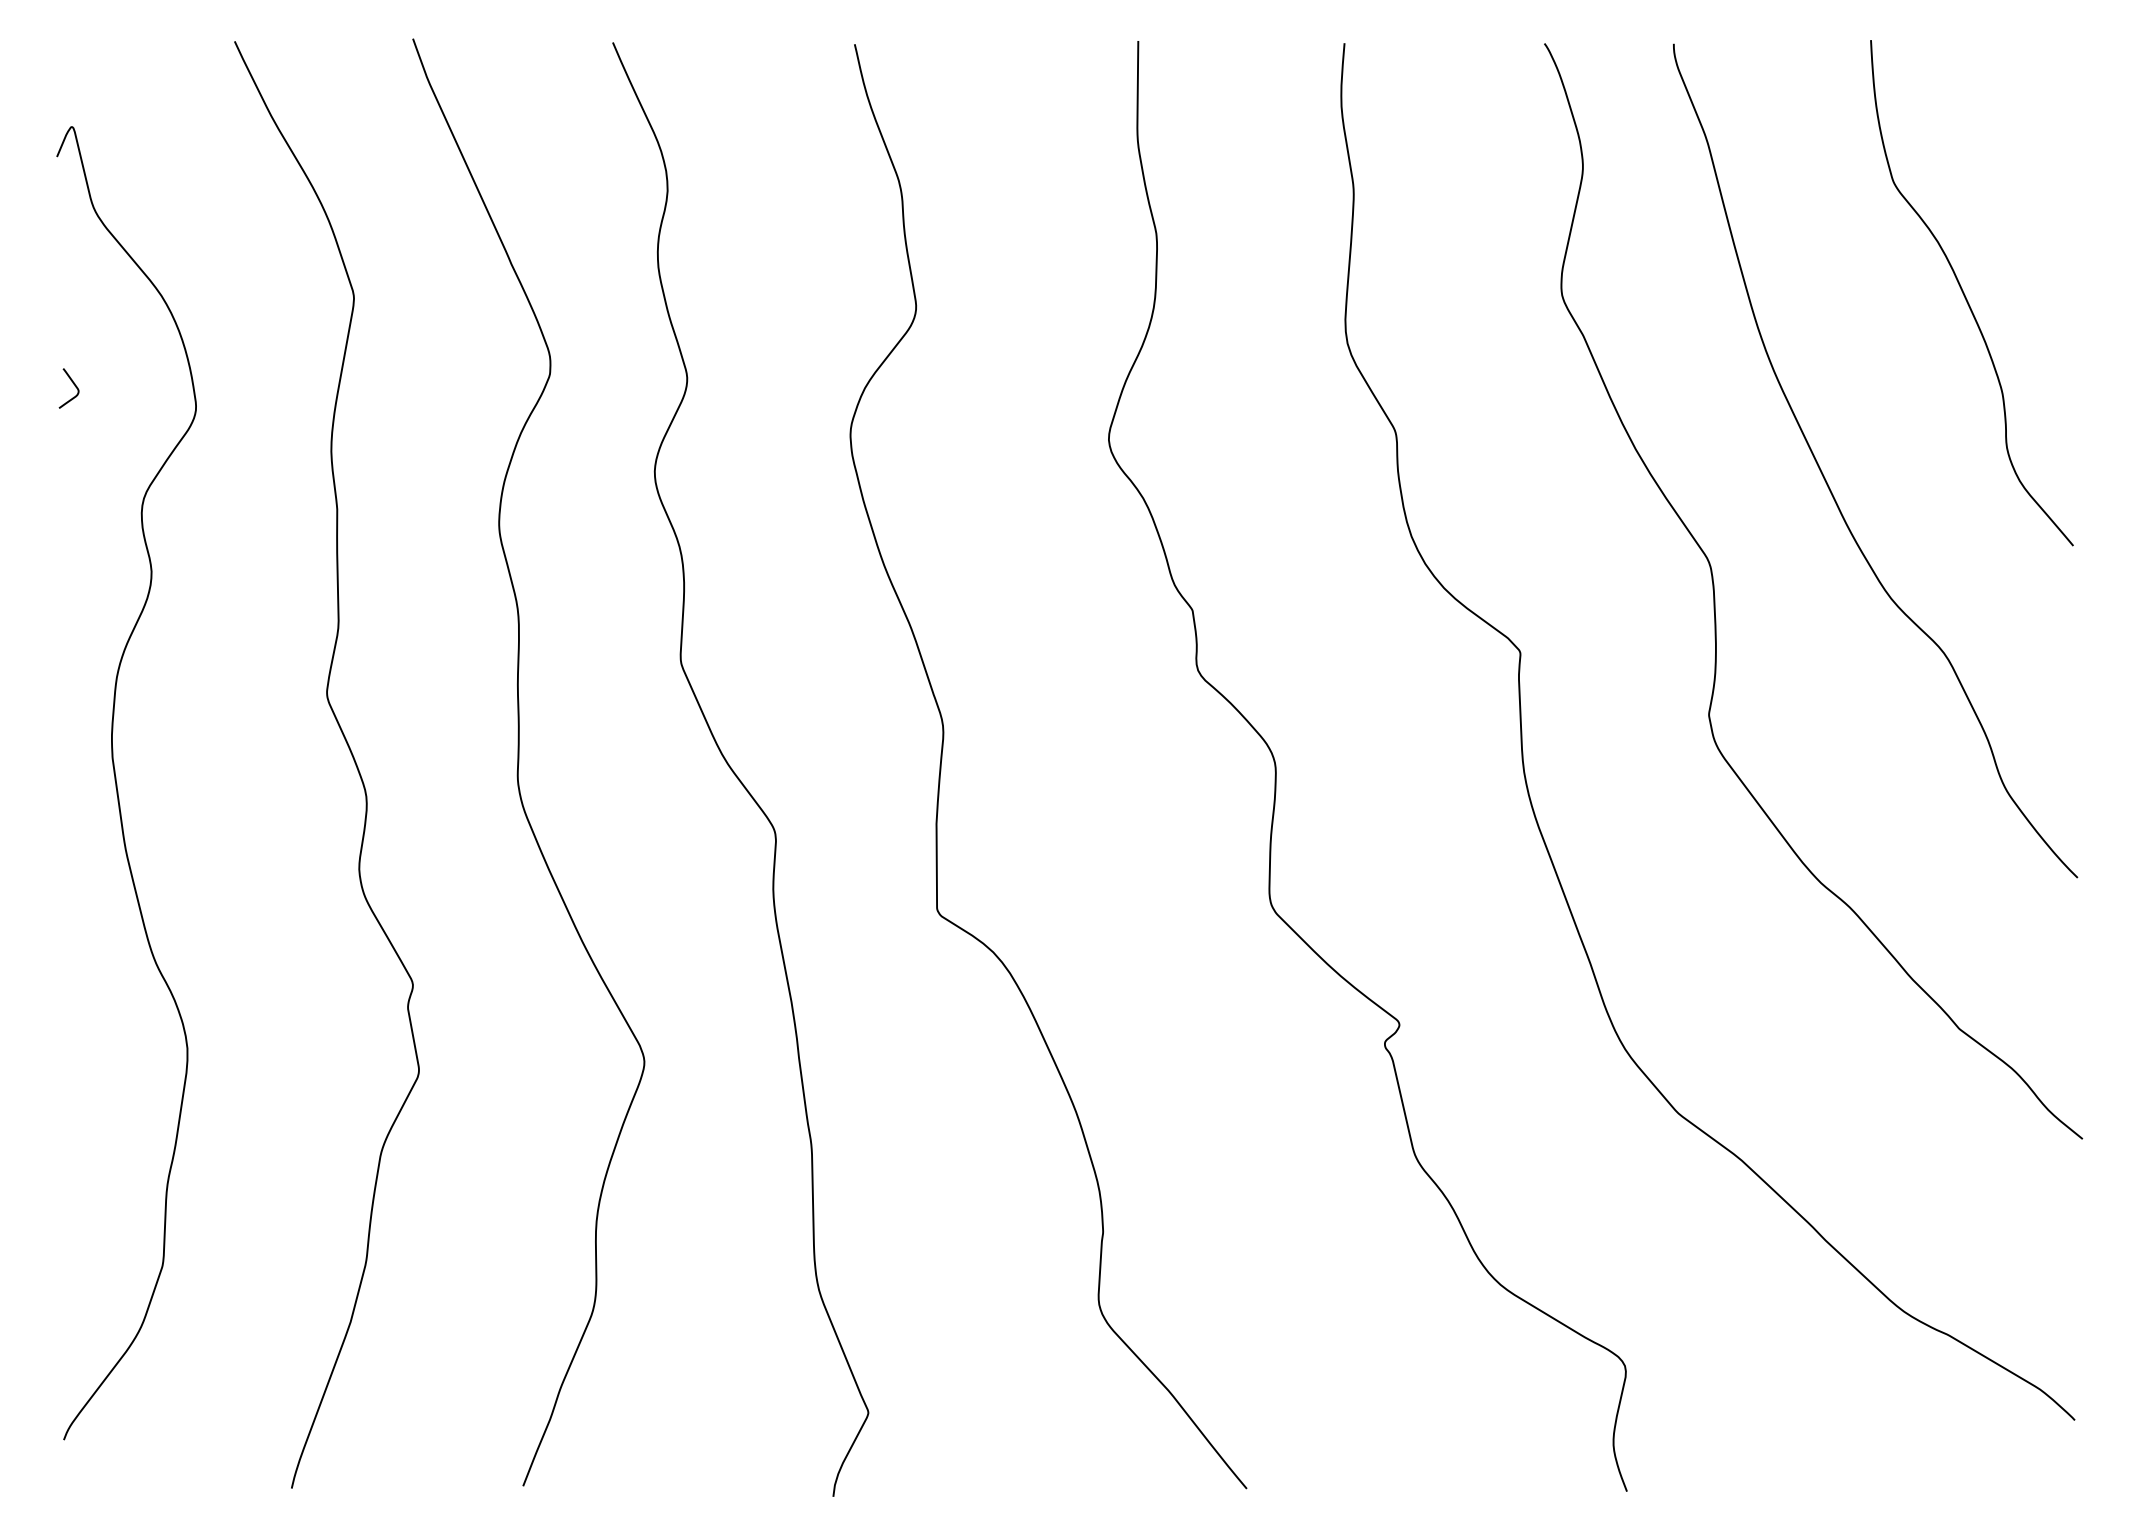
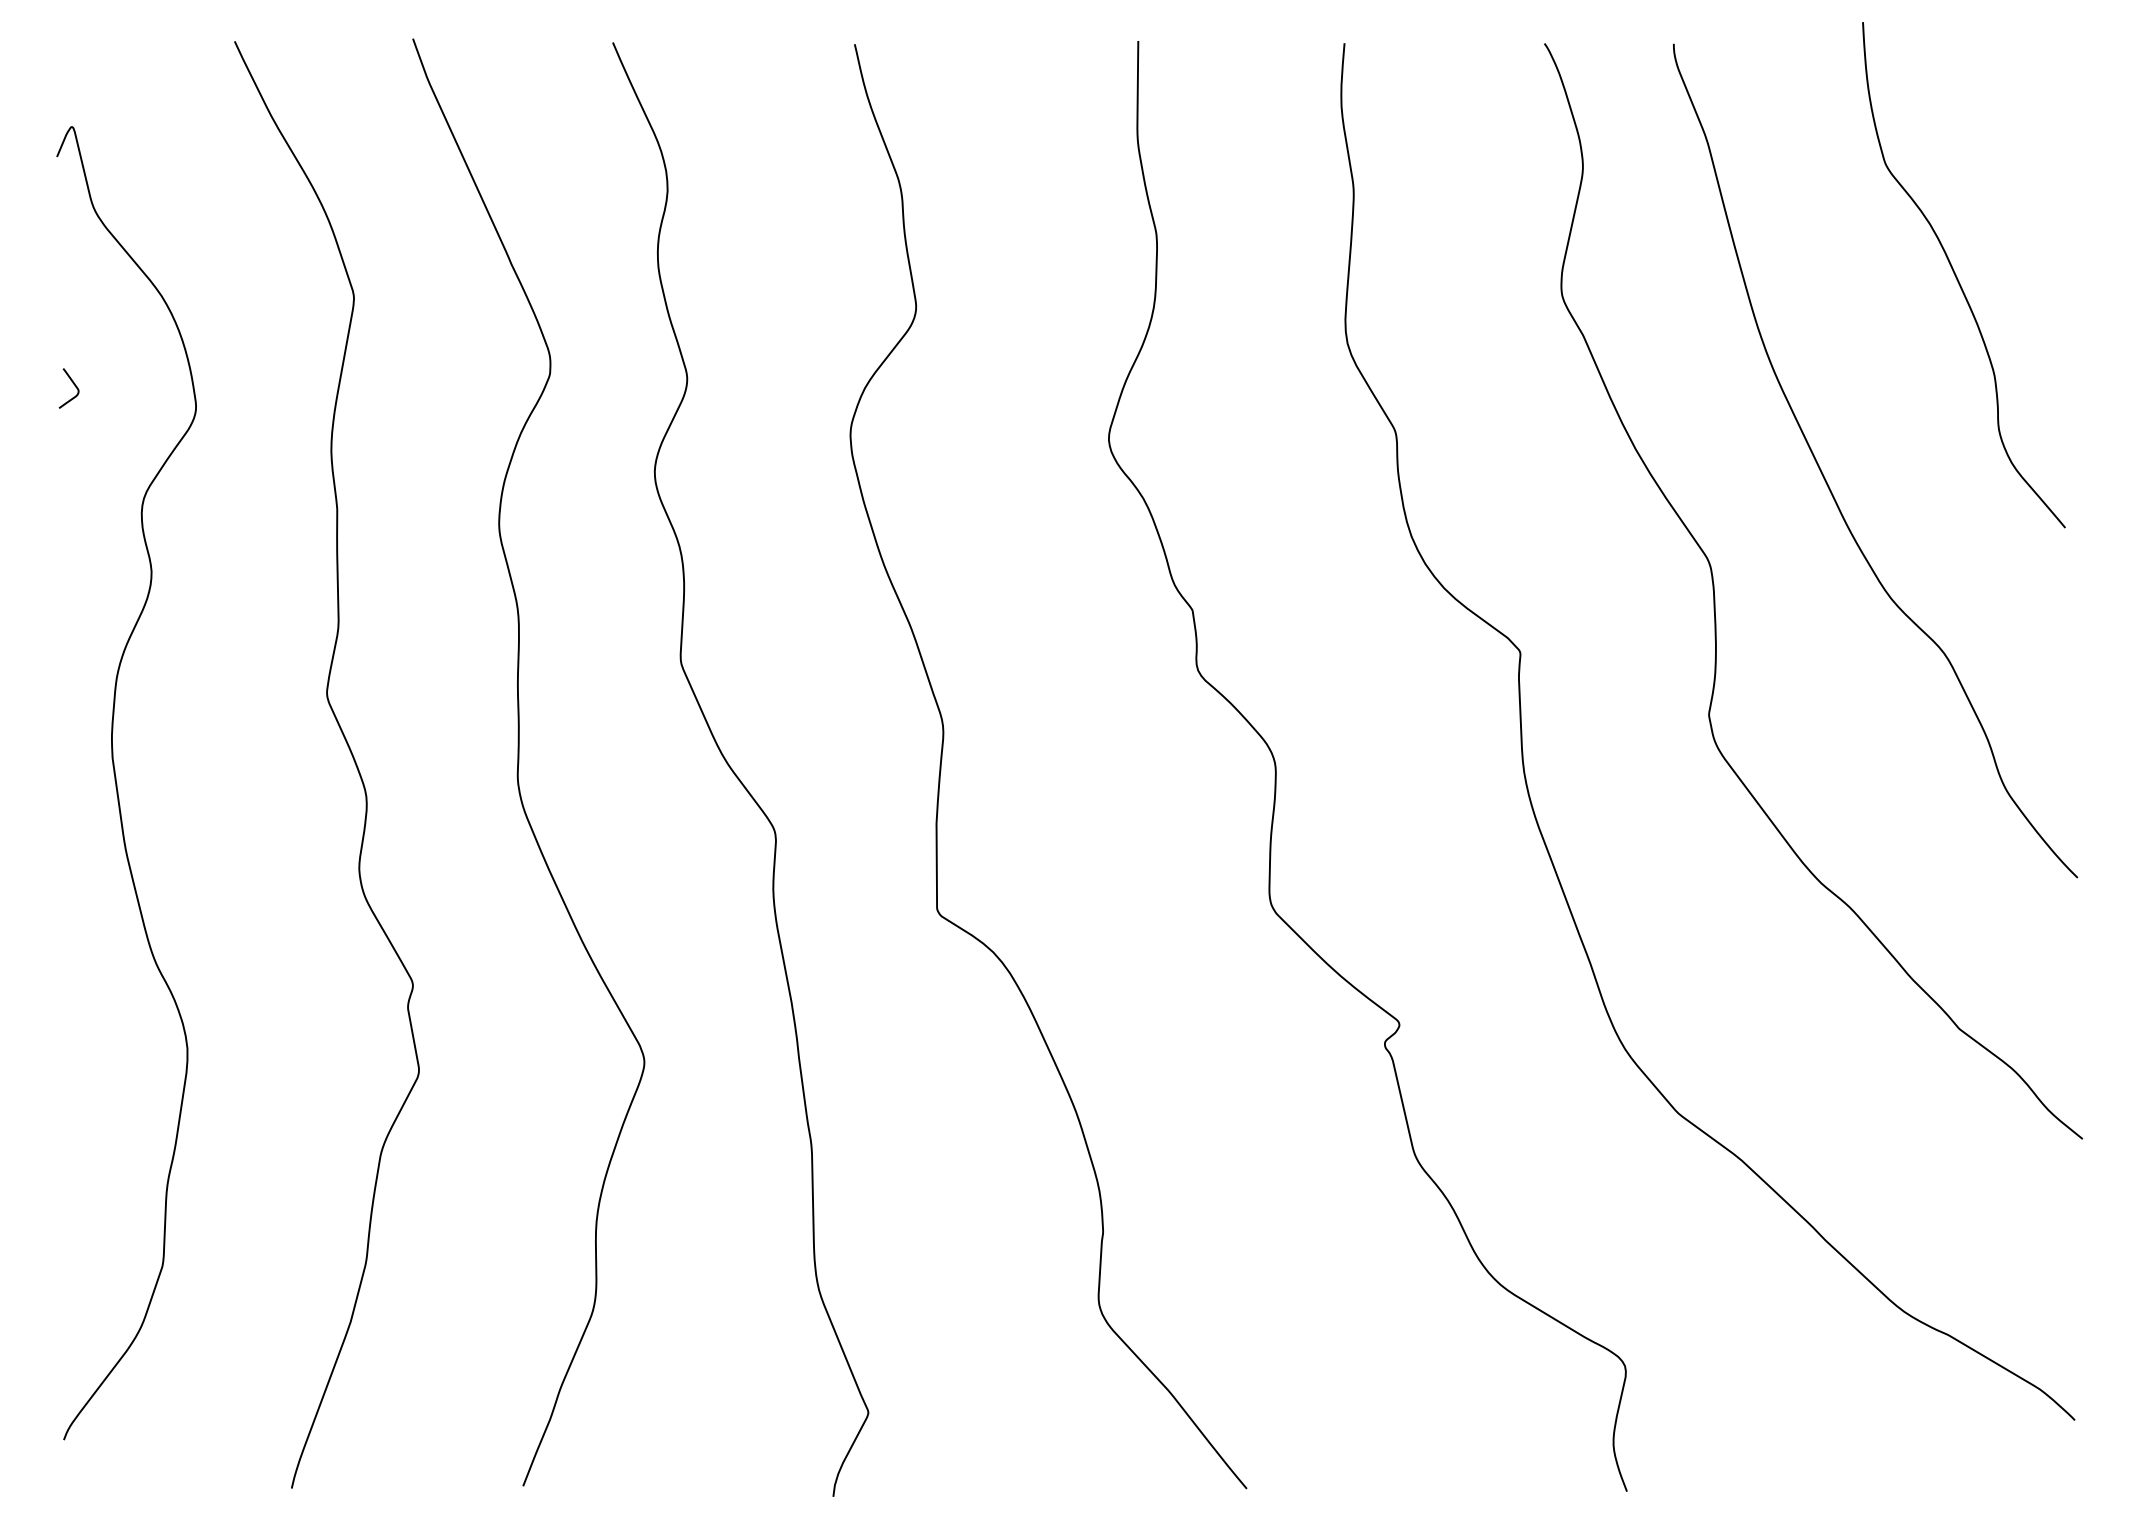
curve at (1965, 294) position: (1965, 294) -> (1957, 276)
